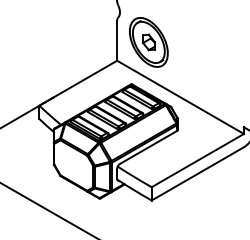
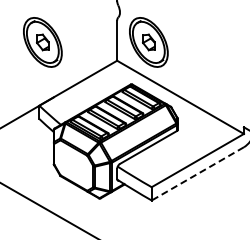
part at (42, 42): none -> present
line at (197, 174): solid -> dashed
